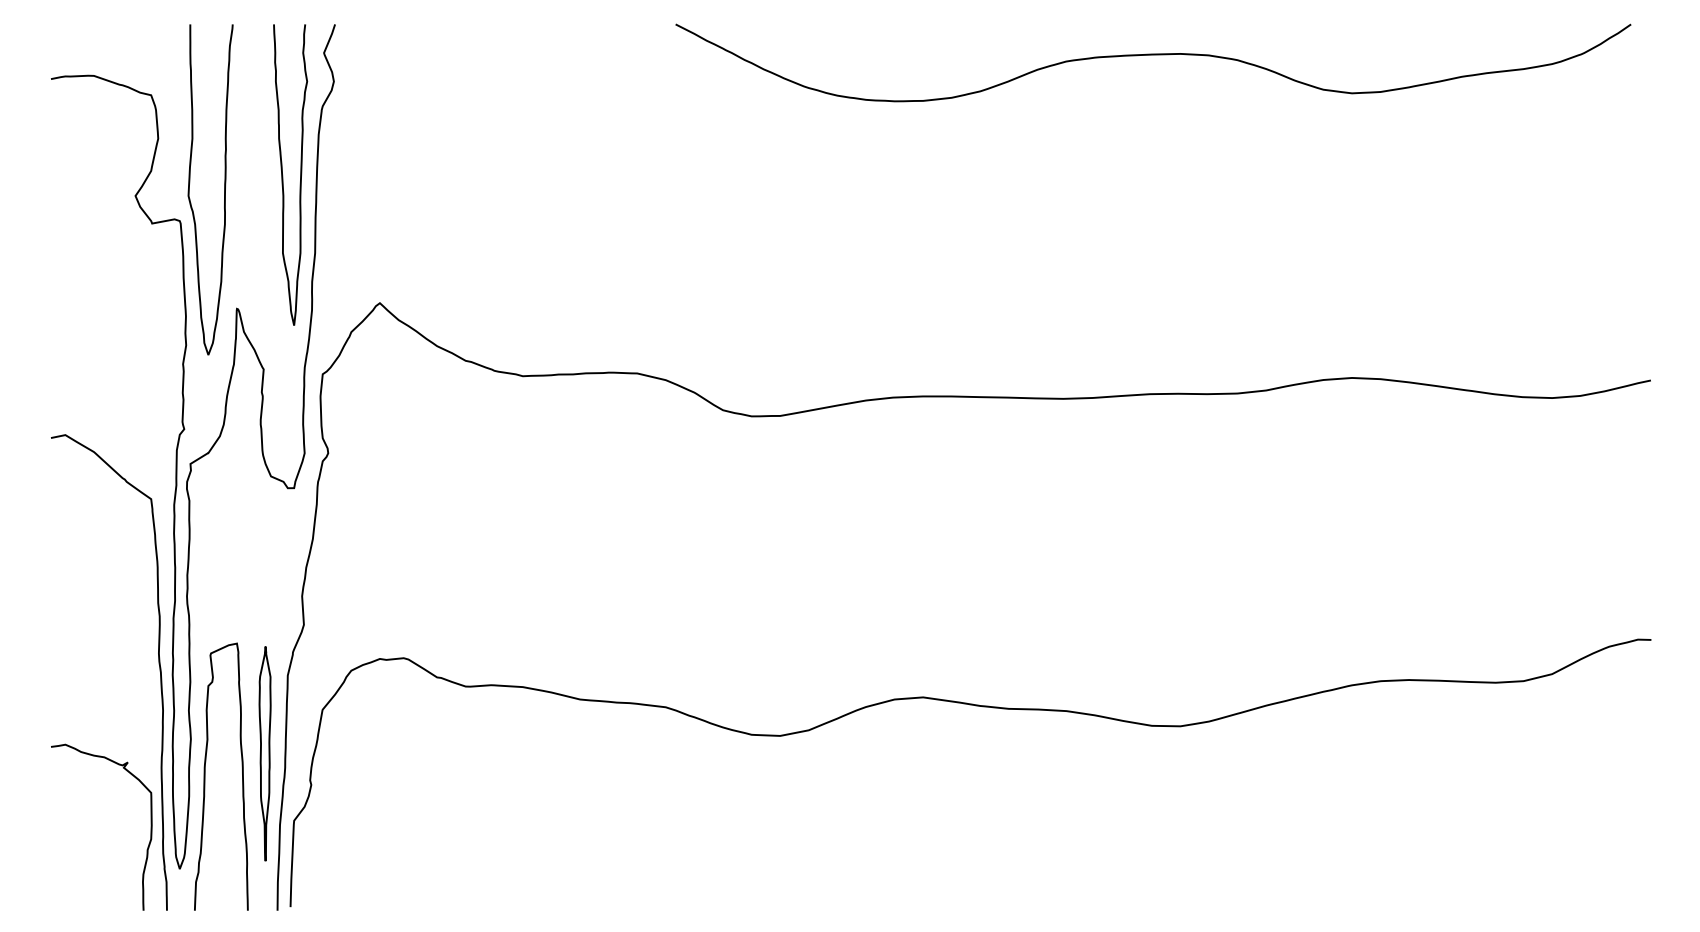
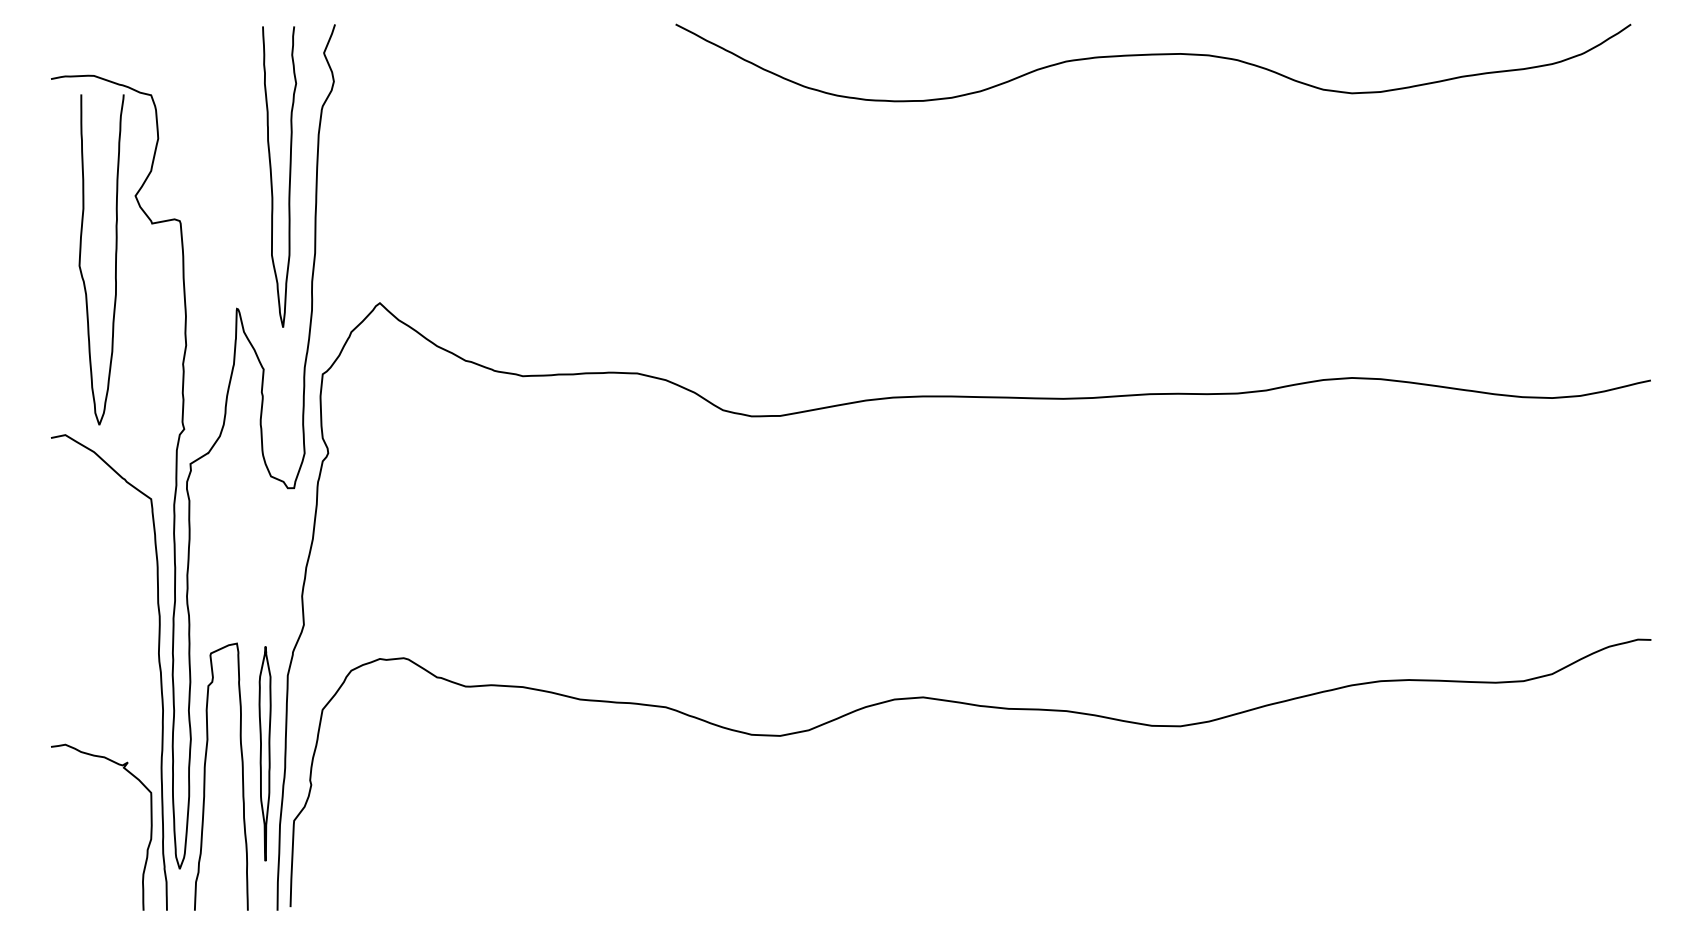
curve at (283, 175) position: (283, 175) -> (272, 177)
curve at (224, 189) position: (224, 189) -> (115, 259)
